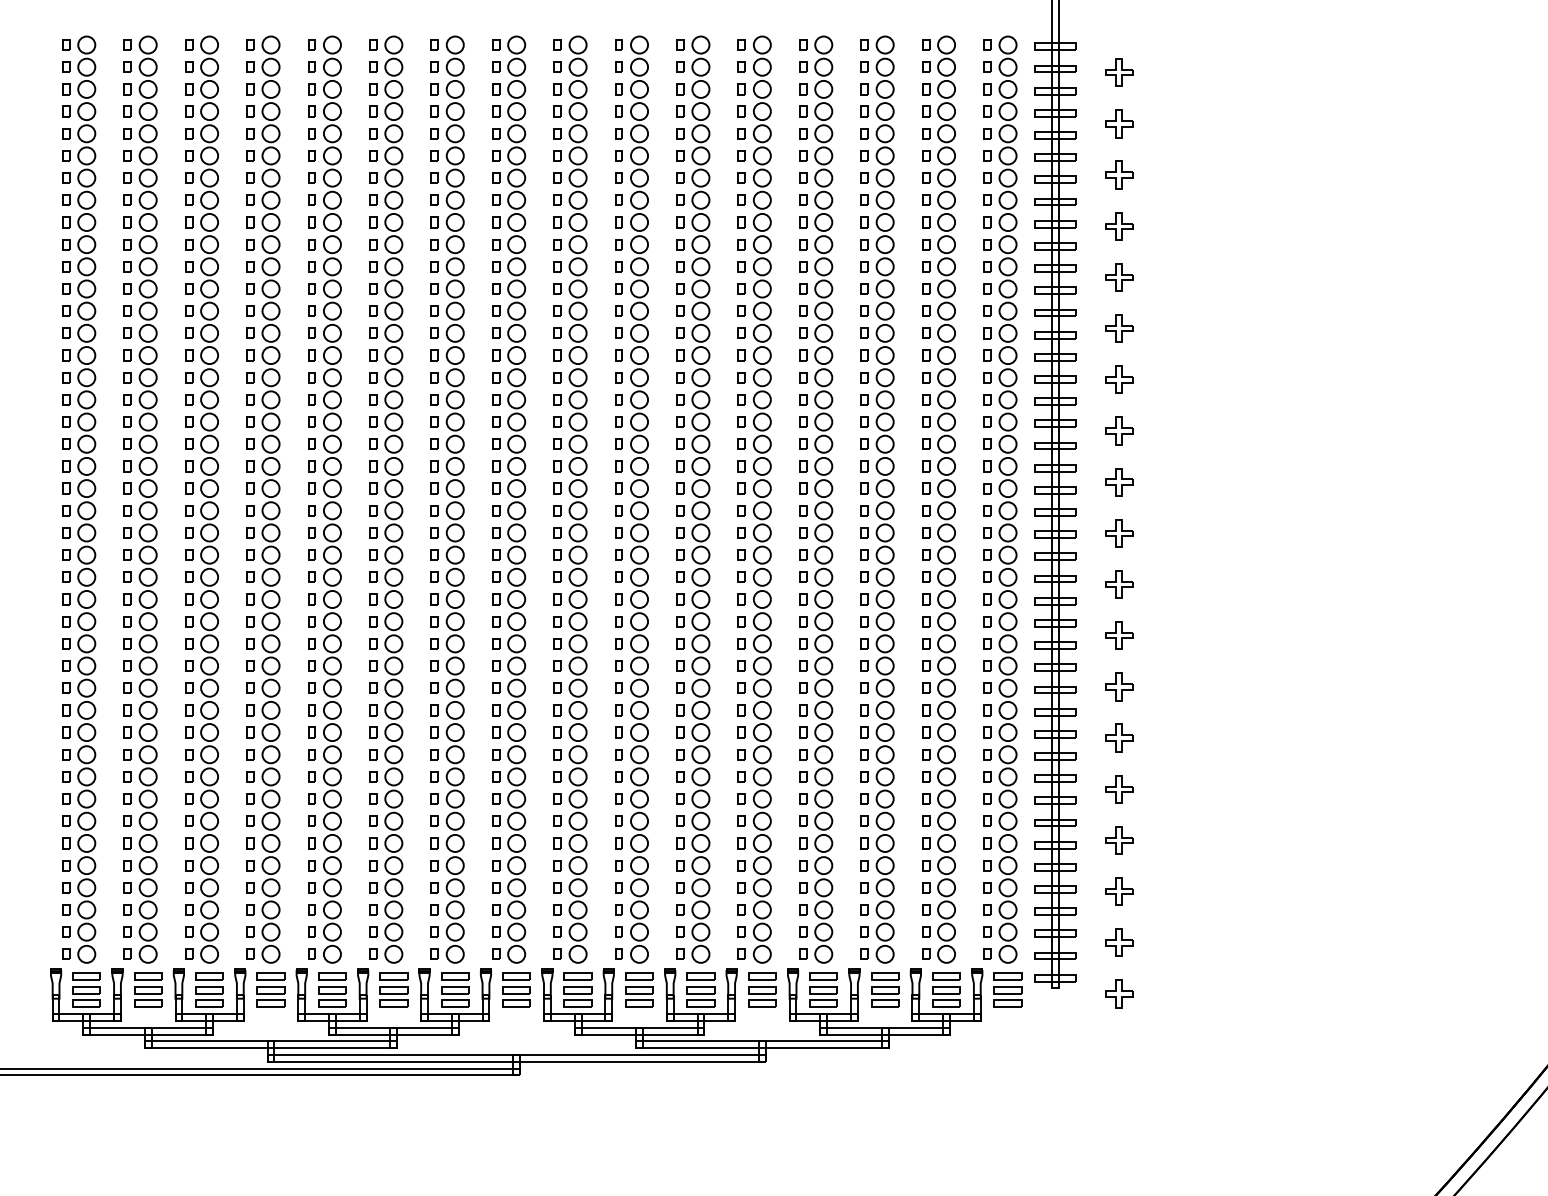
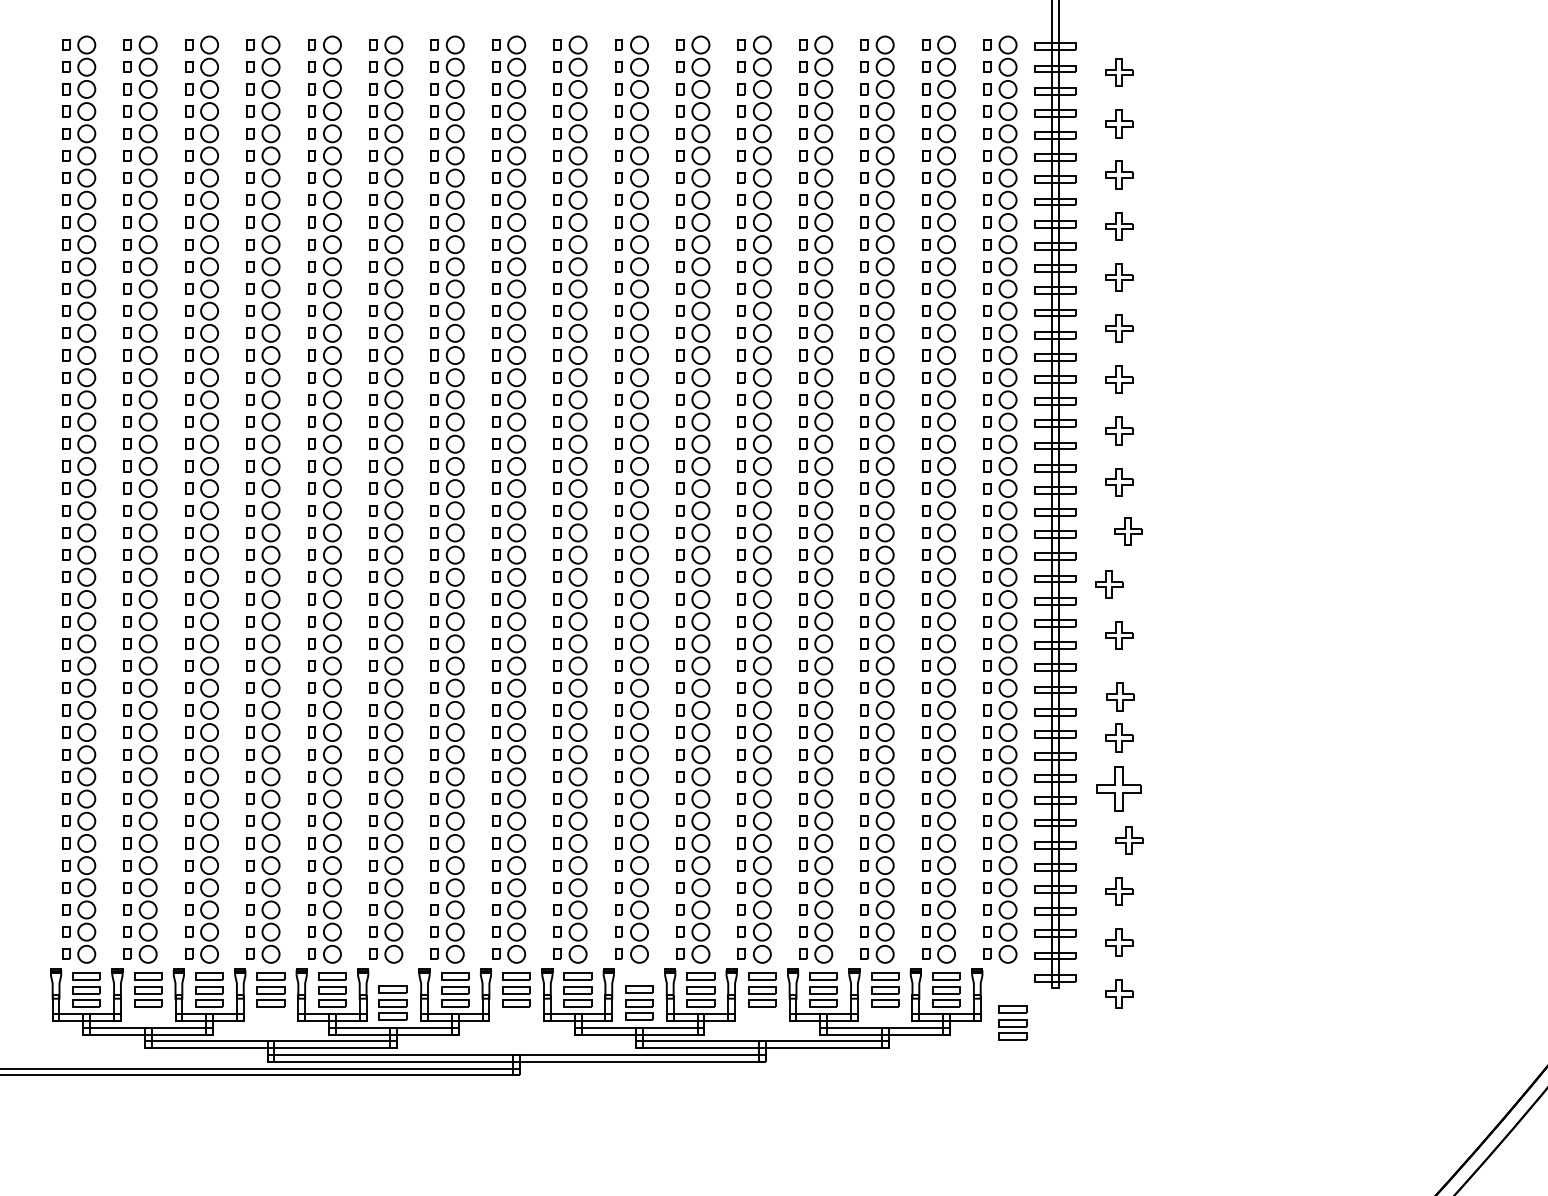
part at (1119, 533) position: (1119, 533) -> (1128, 531)
part at (1119, 584) position: (1119, 584) -> (1109, 584)
part at (1119, 686) position: (1119, 686) -> (1120, 696)
part at (1119, 789) size: 29x29 px -> 46x46 px
part at (1119, 840) position: (1119, 840) -> (1129, 840)
part at (393, 989) position: (393, 989) -> (392, 1002)
part at (639, 989) position: (639, 989) -> (639, 1002)
part at (1007, 989) position: (1007, 989) -> (1012, 1022)
